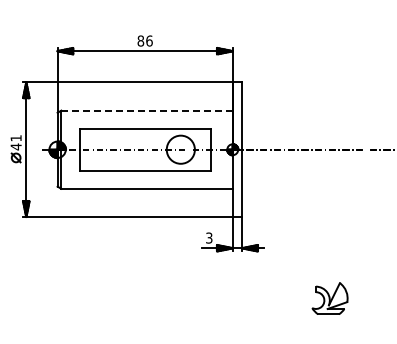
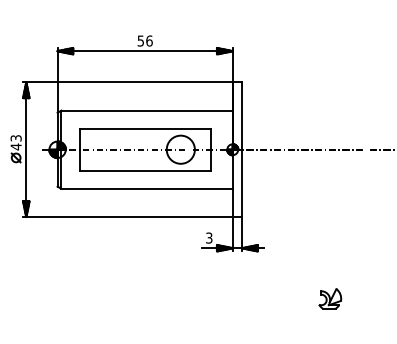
text at (140, 40): 86 -> 56
line at (147, 110): dashed -> solid
text at (15, 138): 41 -> 43
part at (329, 298) size: 38x33 px -> 25x22 px
